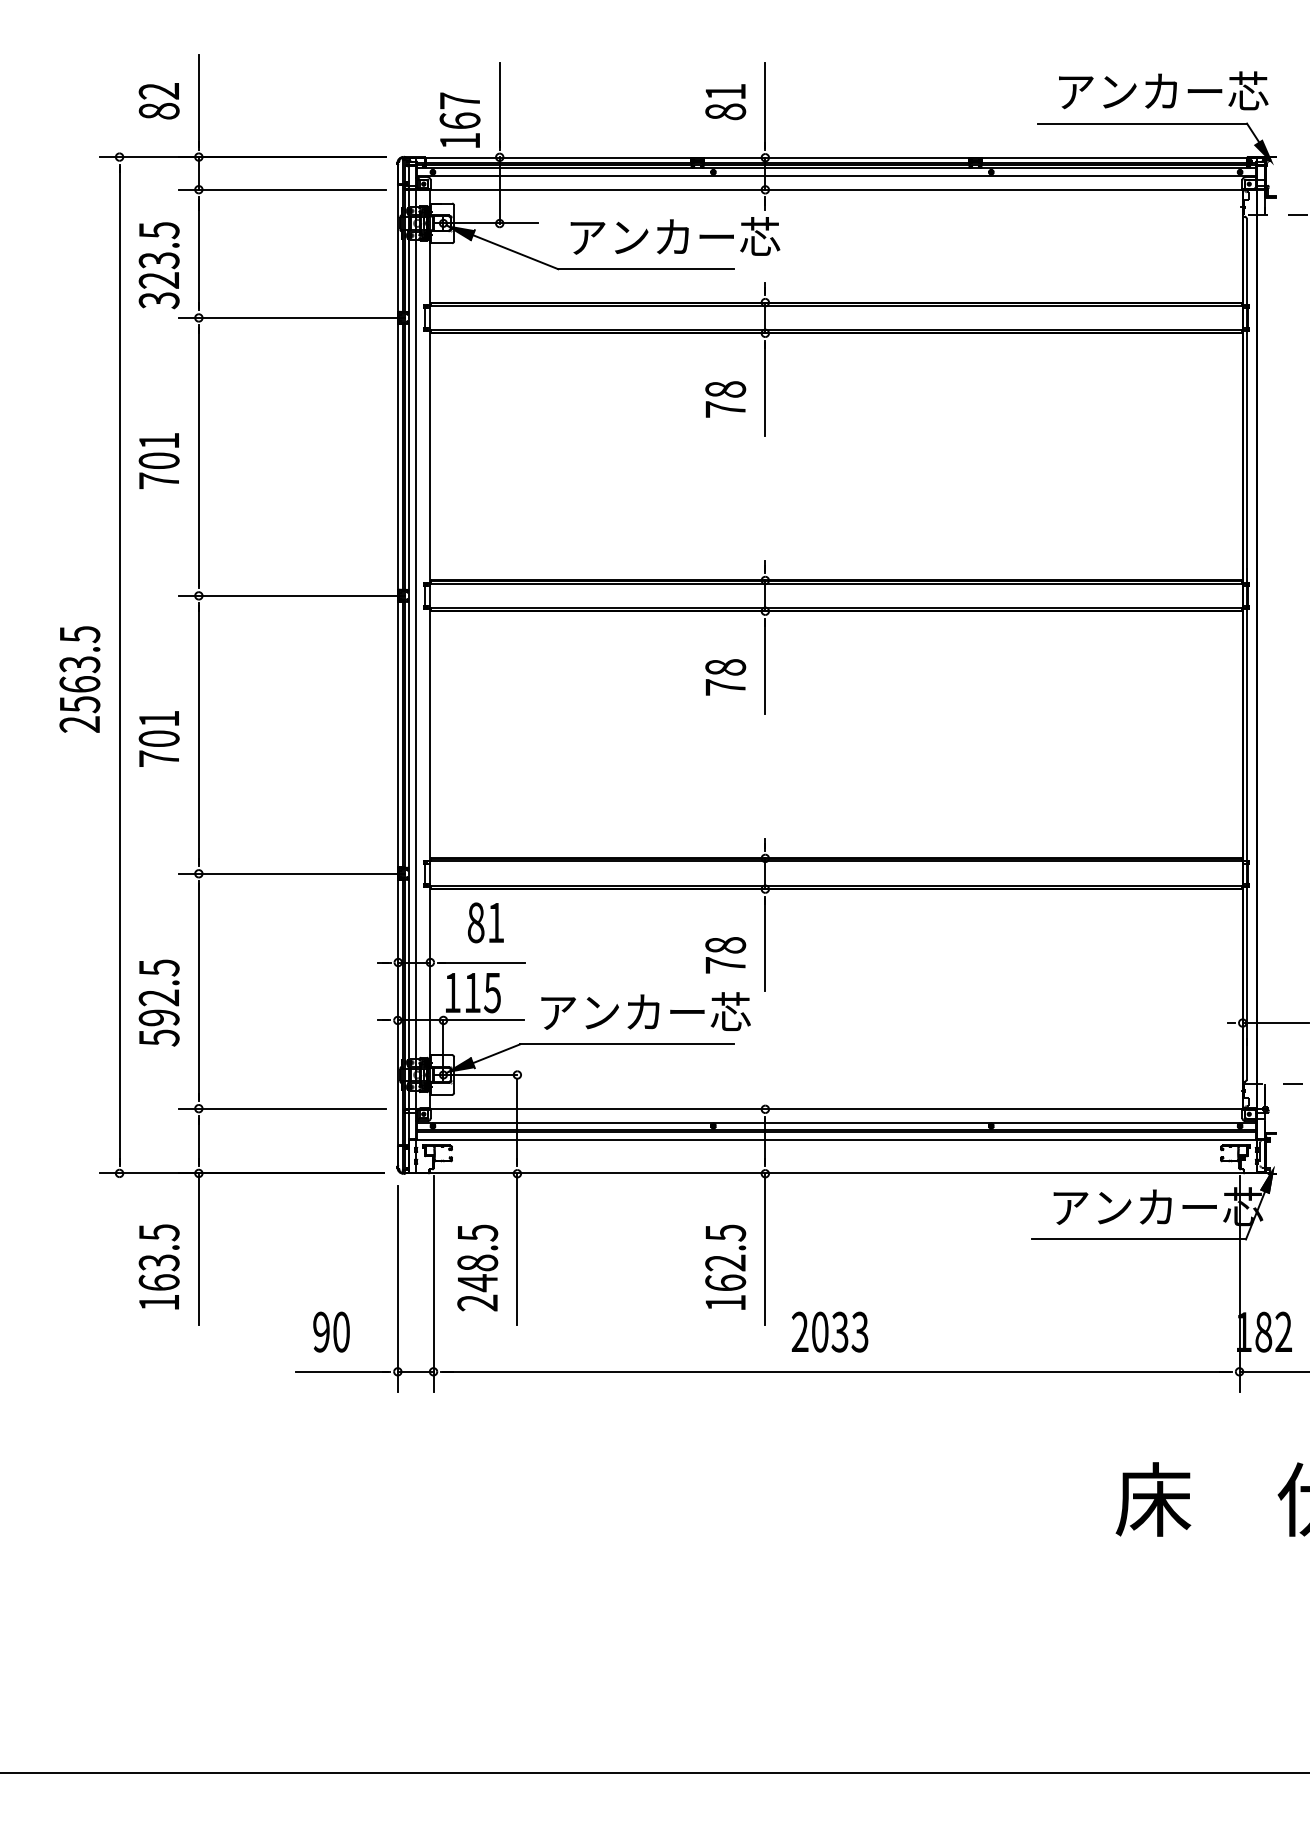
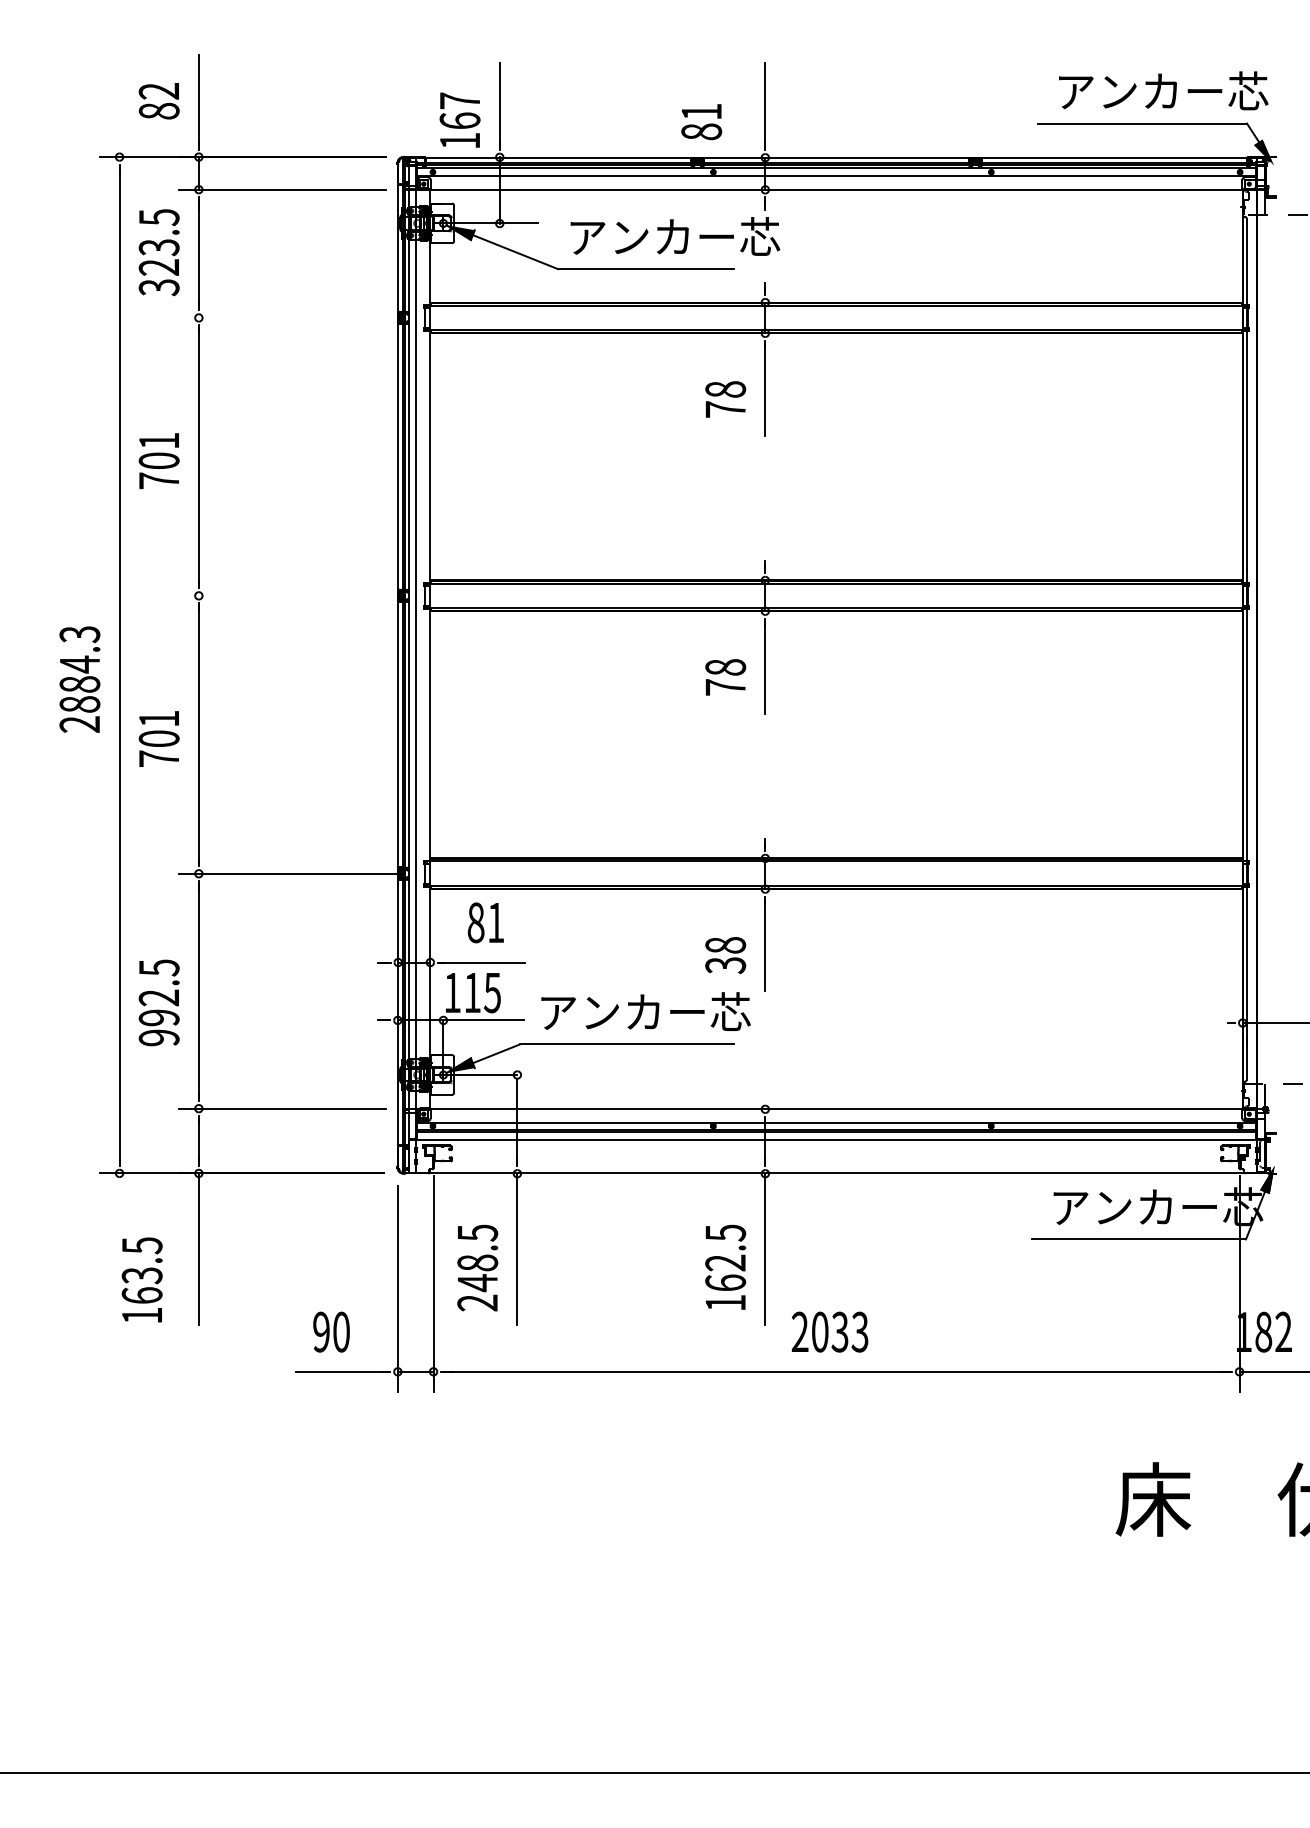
text at (725, 102) position: (725, 102) -> (701, 122)
text at (158, 265) position: (158, 265) -> (158, 252)
line at (291, 317): present -> none
line at (291, 595): present -> none
text at (79, 669): 2563.5 -> 2884.3
text at (725, 965): 78 -> 38
text at (158, 1037): 592.5 -> 992.5
text at (158, 1266) position: (158, 1266) -> (141, 1279)
